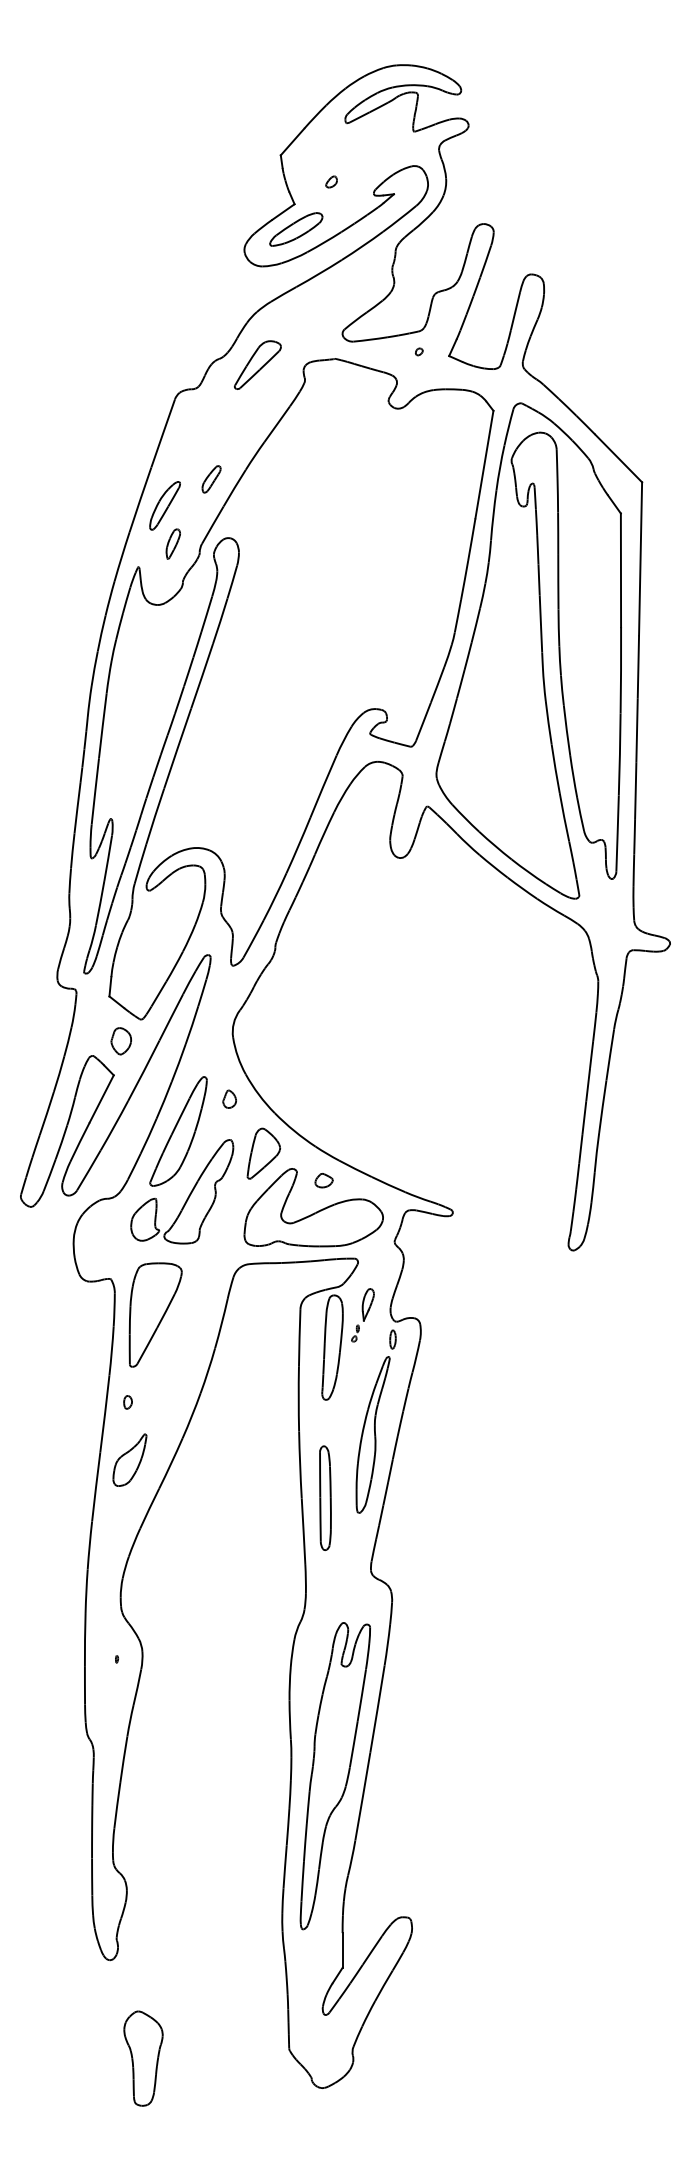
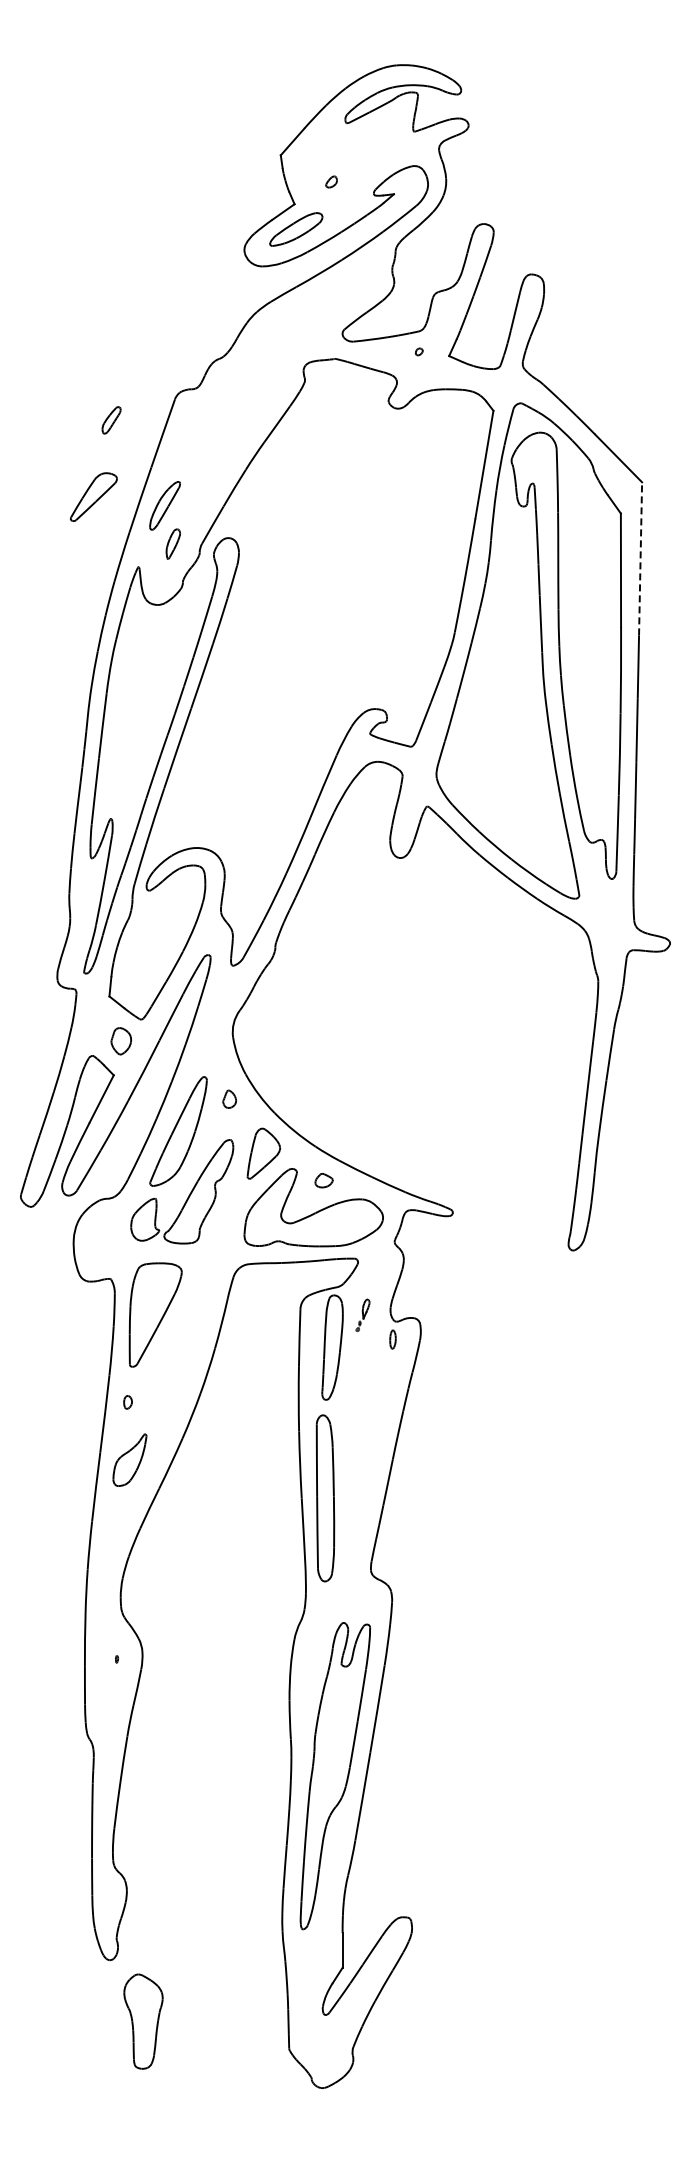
part at (257, 364) position: (257, 364) -> (93, 496)
part at (211, 479) position: (211, 479) -> (111, 420)
line at (640, 558): solid -> dashed
part at (362, 1315) size: 24x55 px -> 16x34 px
part at (372, 1434): present -> none
part at (325, 1497) size: 13x106 px -> 21x169 px
part at (143, 2058) position: (143, 2058) -> (143, 2021)
